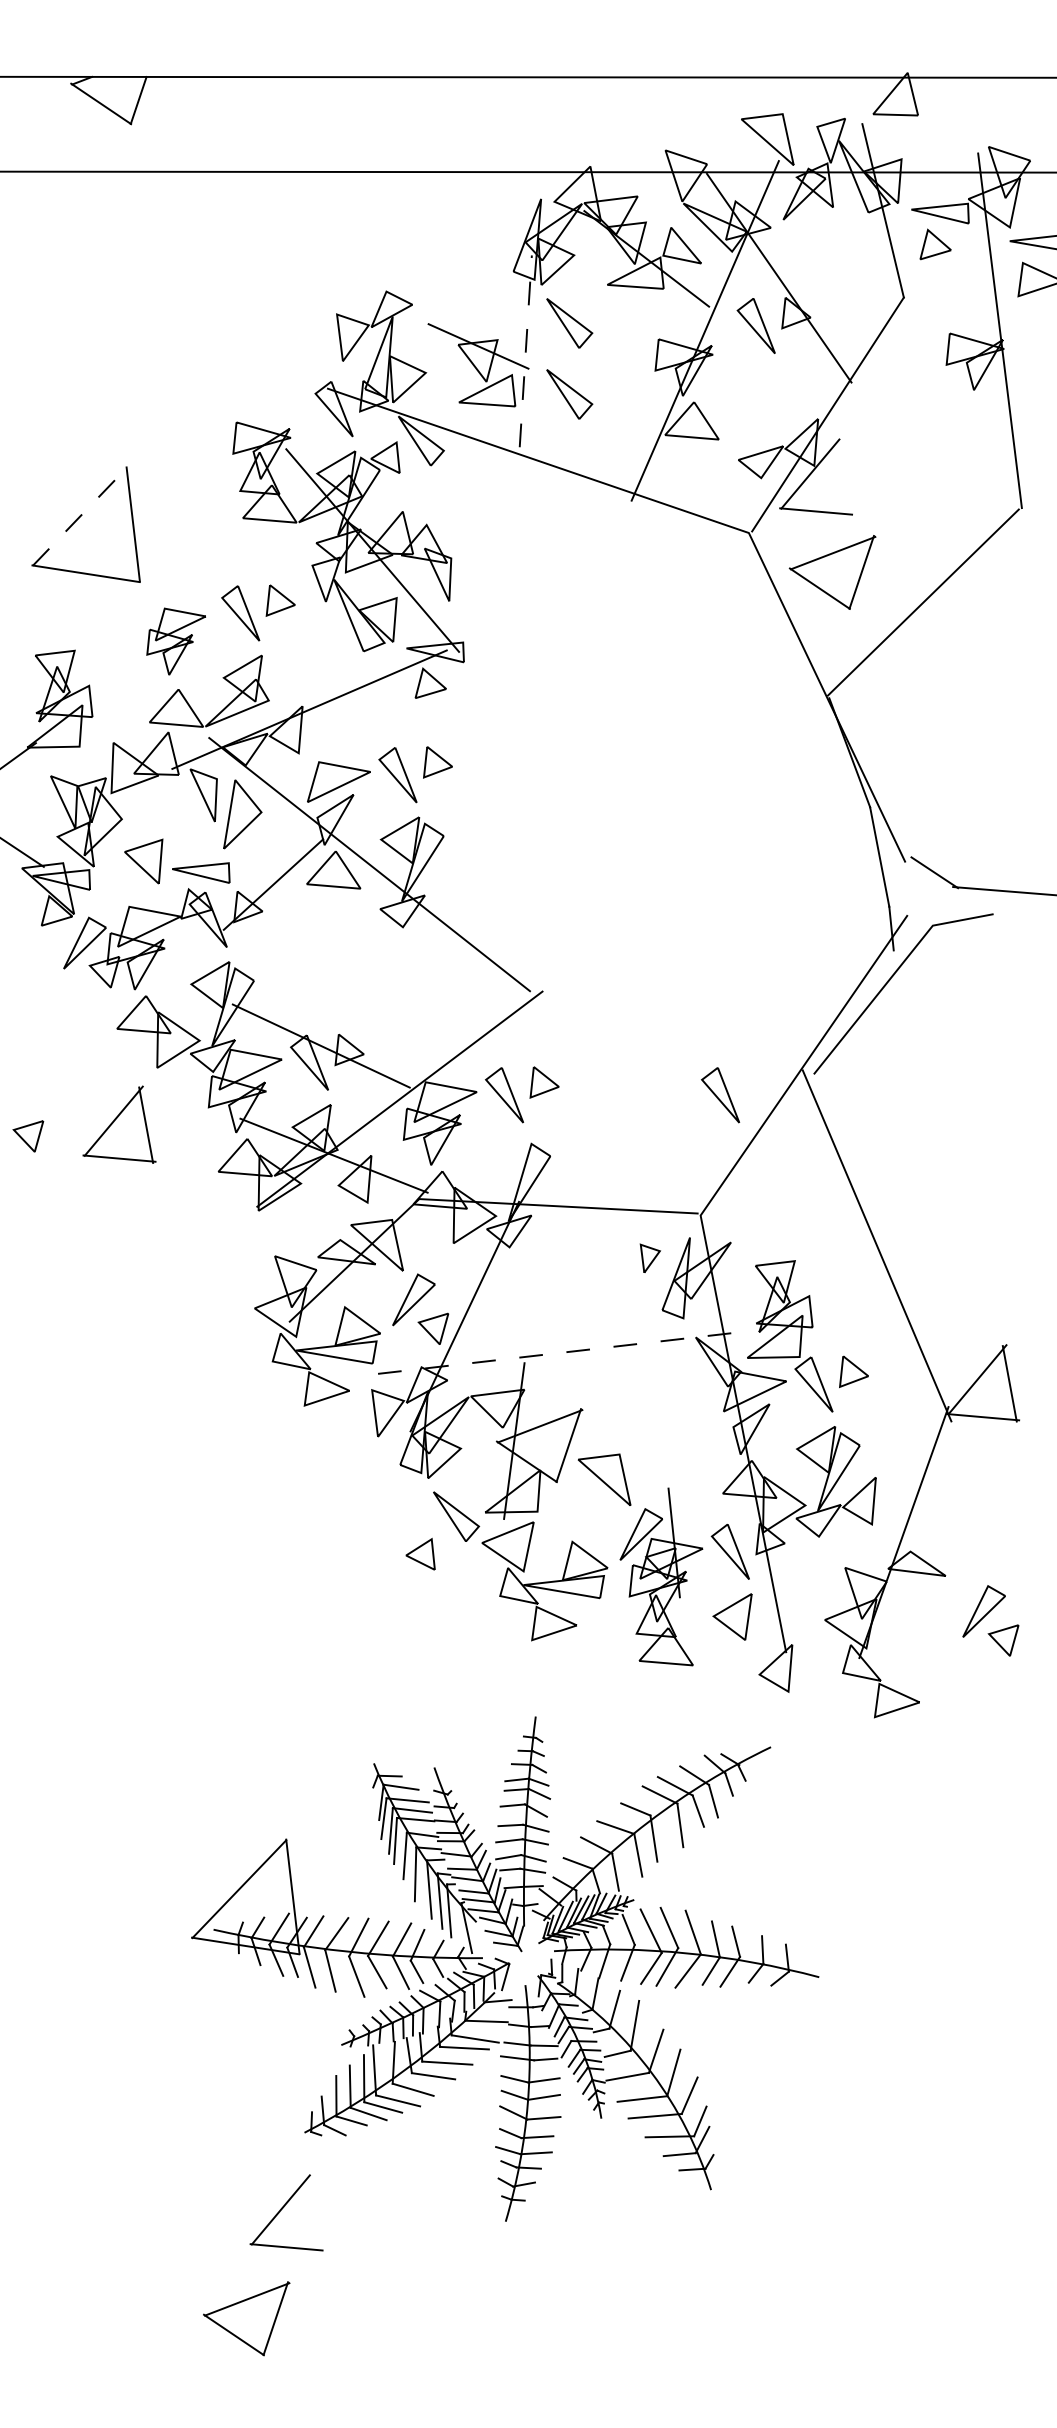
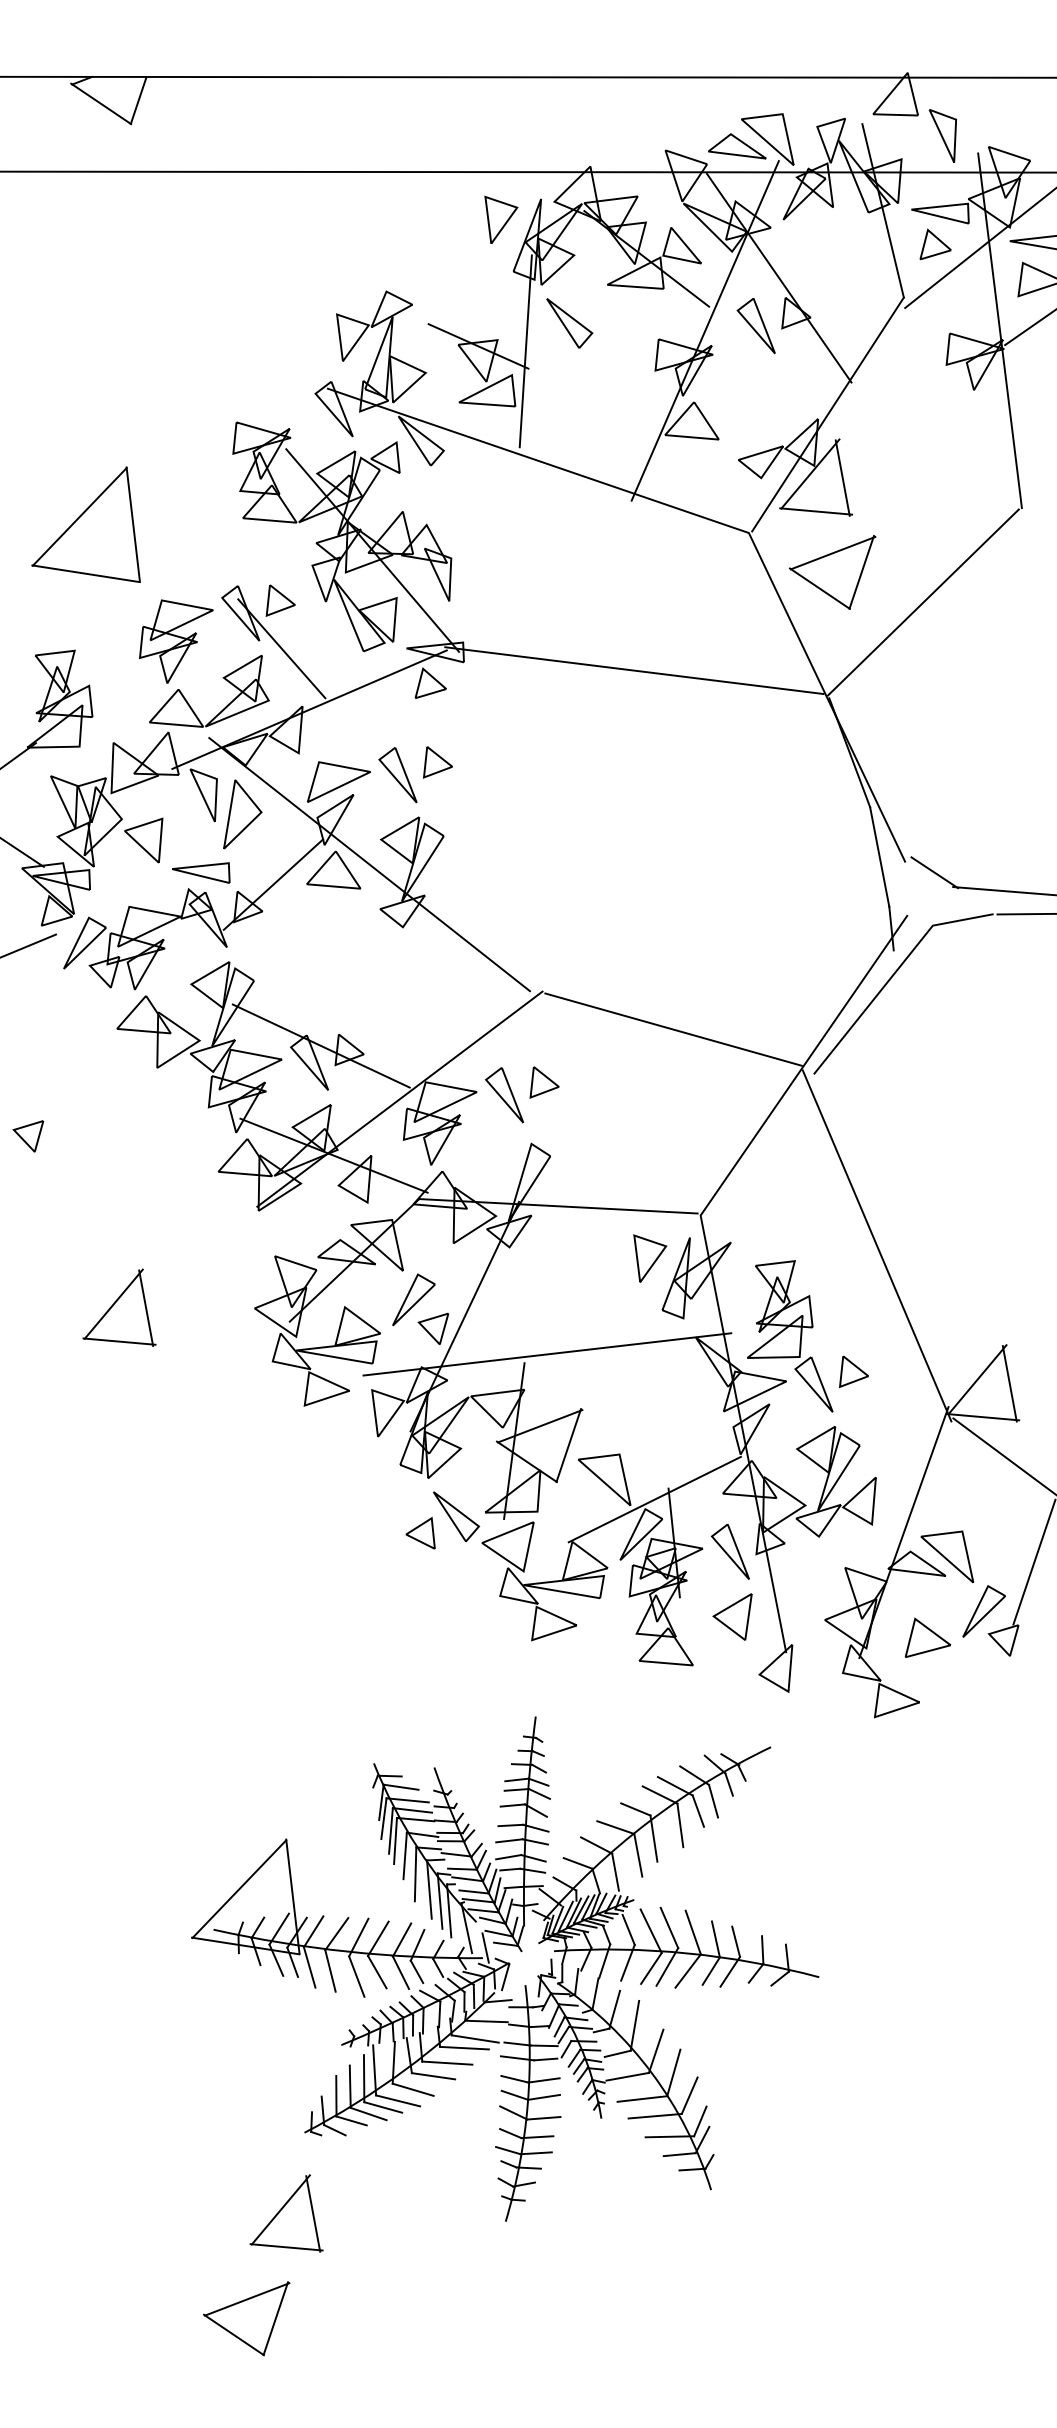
part at (942, 135): none -> present
part at (737, 146): none -> present
part at (501, 219): none -> present
line at (979, 249): none -> present
line at (1029, 328): none -> present
line at (525, 350): dashed -> solid
part at (569, 394): present -> none
line at (842, 477): none -> present
line at (79, 516): dashed -> solid
part at (175, 641) size: 60x69 px -> 75x85 px
line at (281, 648): none -> present
line at (634, 670): none -> present
part at (143, 861) position: (143, 861) -> (143, 840)
line at (1025, 913): none -> present
line at (29, 945): none -> present
line at (673, 1029): none -> present
part at (720, 1095): present -> none
part at (119, 1124) position: (119, 1124) -> (119, 1307)
part at (650, 1257) size: 23x30 px -> 35x49 px
line at (546, 1354): dashed -> solid
line at (1003, 1455): none -> present
line at (654, 1499): none -> present
part at (420, 1553) position: (420, 1553) -> (420, 1532)
part at (947, 1556): none -> present
line at (1033, 1564): none -> present
part at (927, 1637): none -> present
line at (485, 1947): none -> present
line at (313, 2213): none -> present
